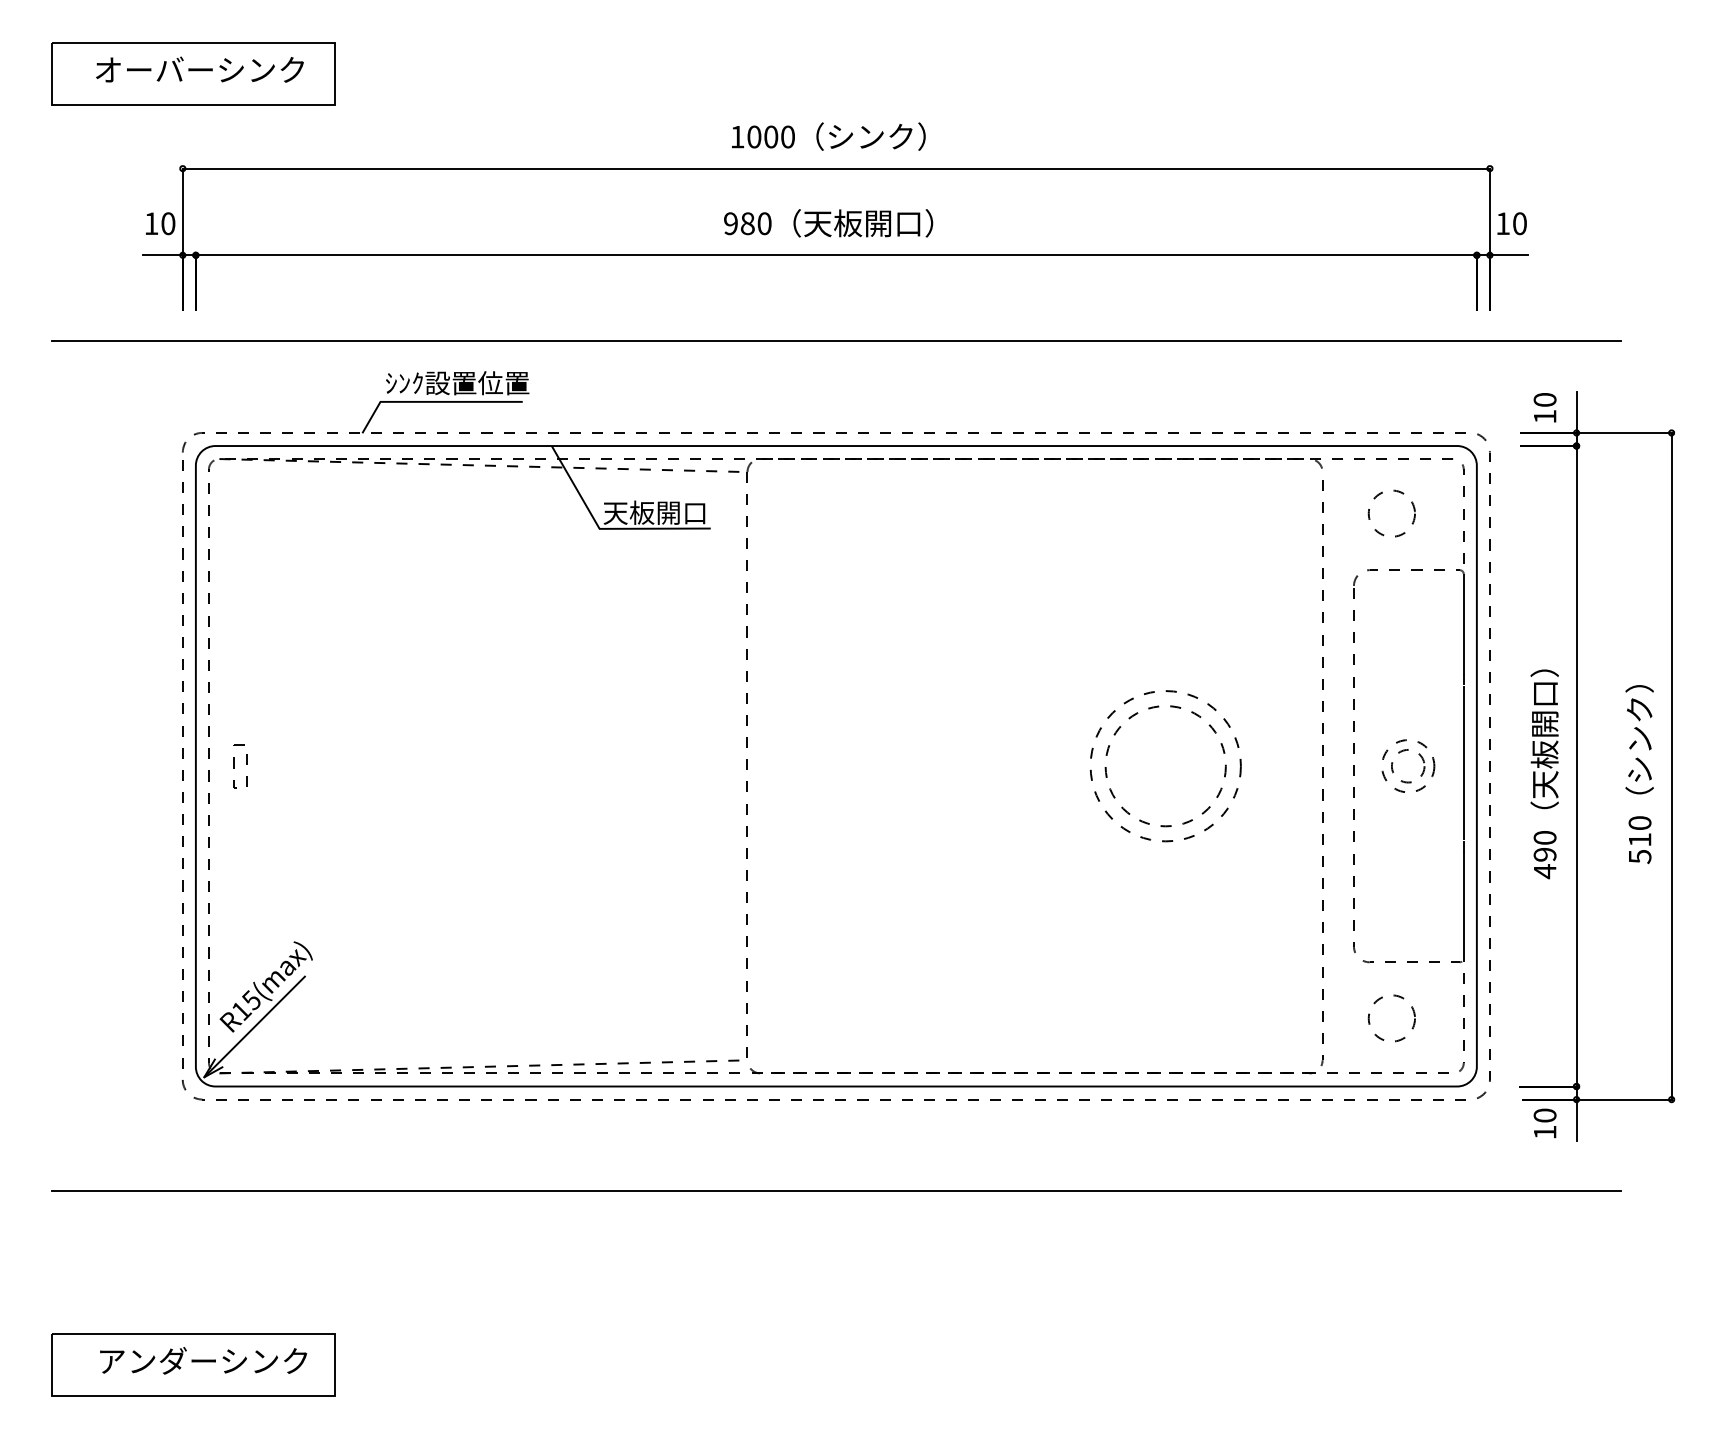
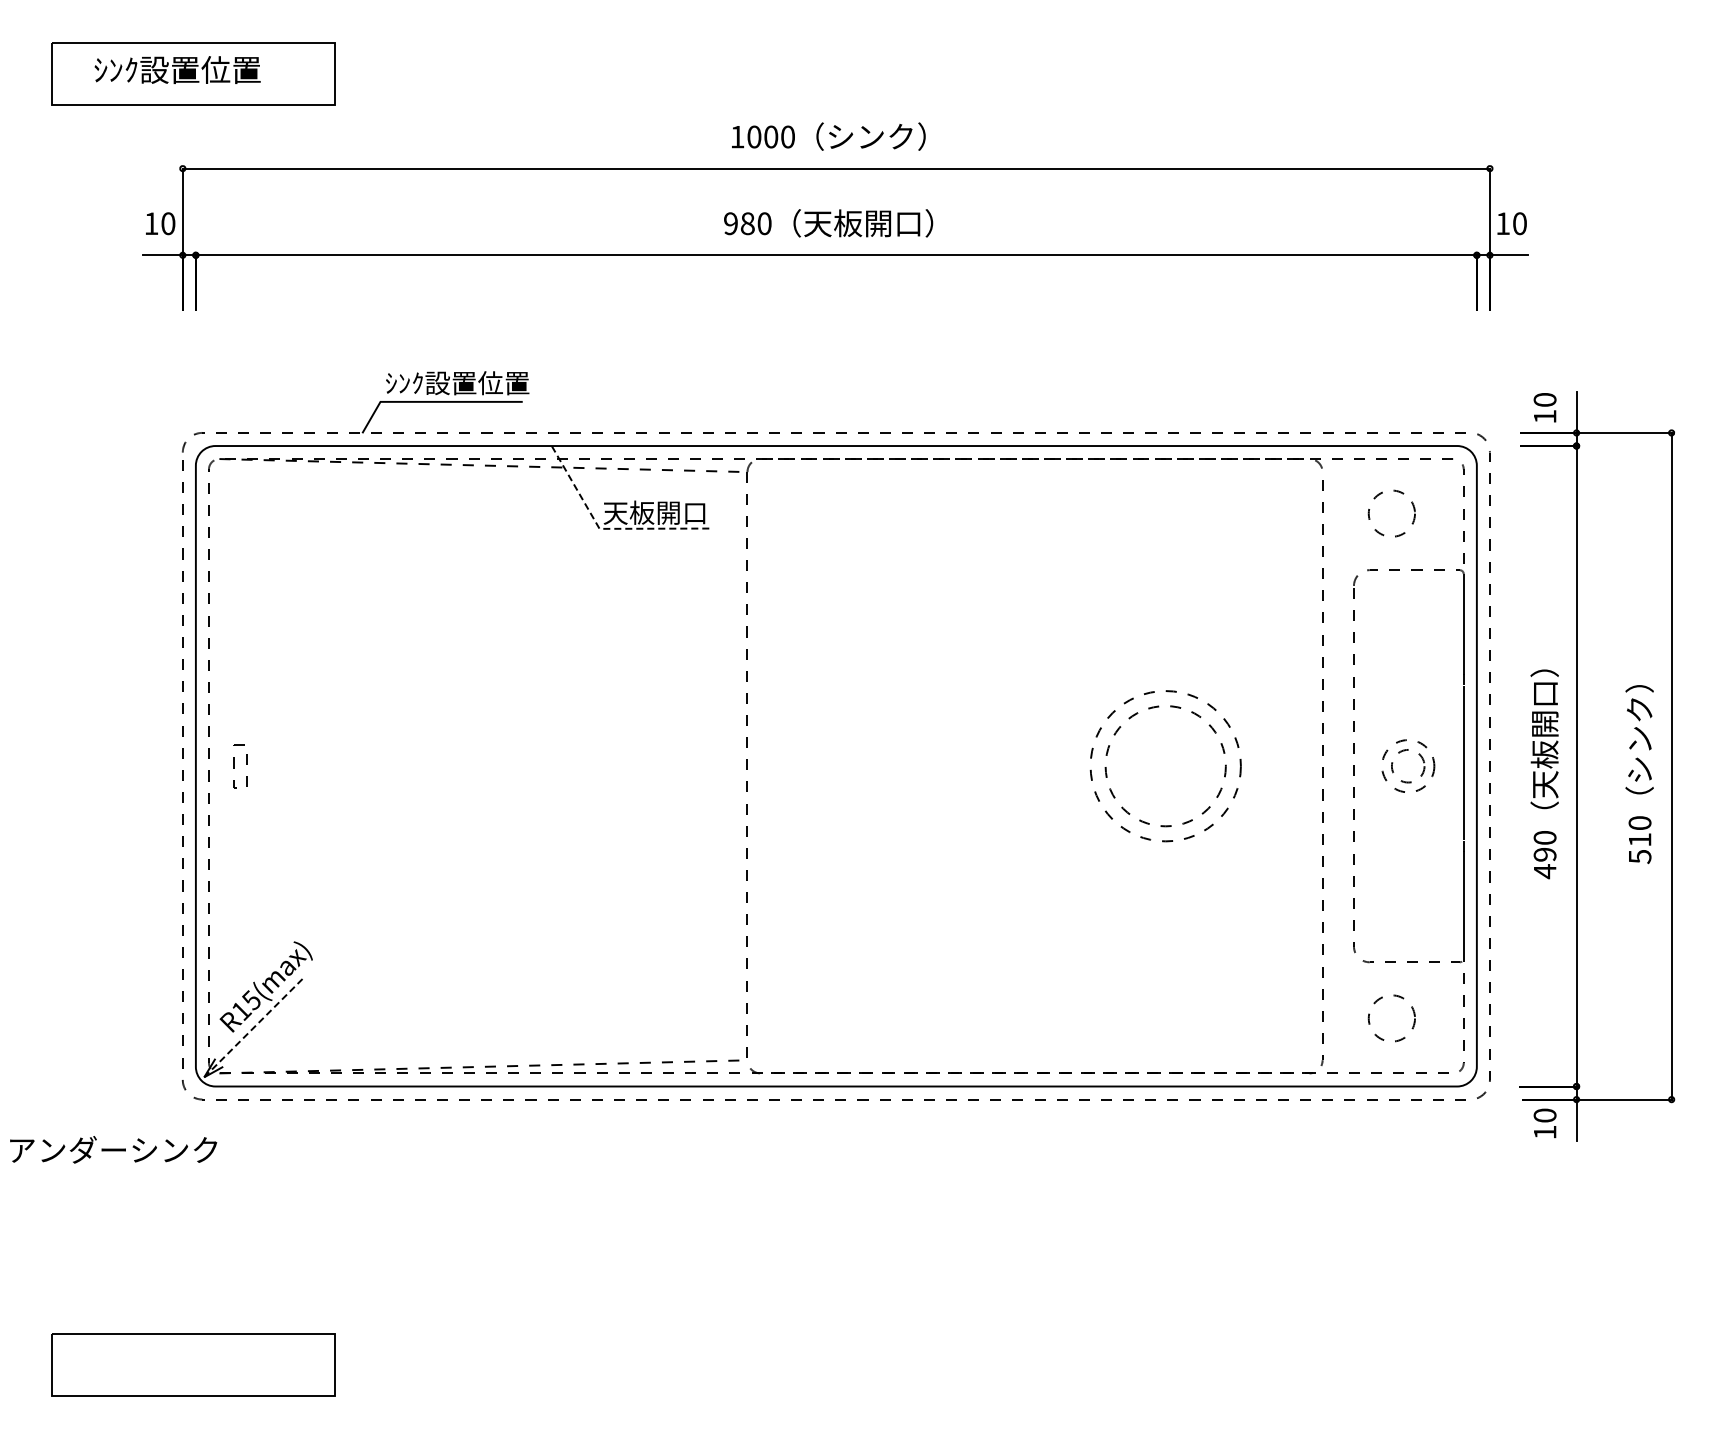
text at (198, 70): オーバーシンク -> ｼﾝｸ設置位置
line at (836, 341): present -> none
line at (607, 528): solid -> dashed
line at (254, 1026): solid -> dashed
line at (836, 1191): present -> none
text at (203, 1360) position: (203, 1360) -> (113, 1149)
